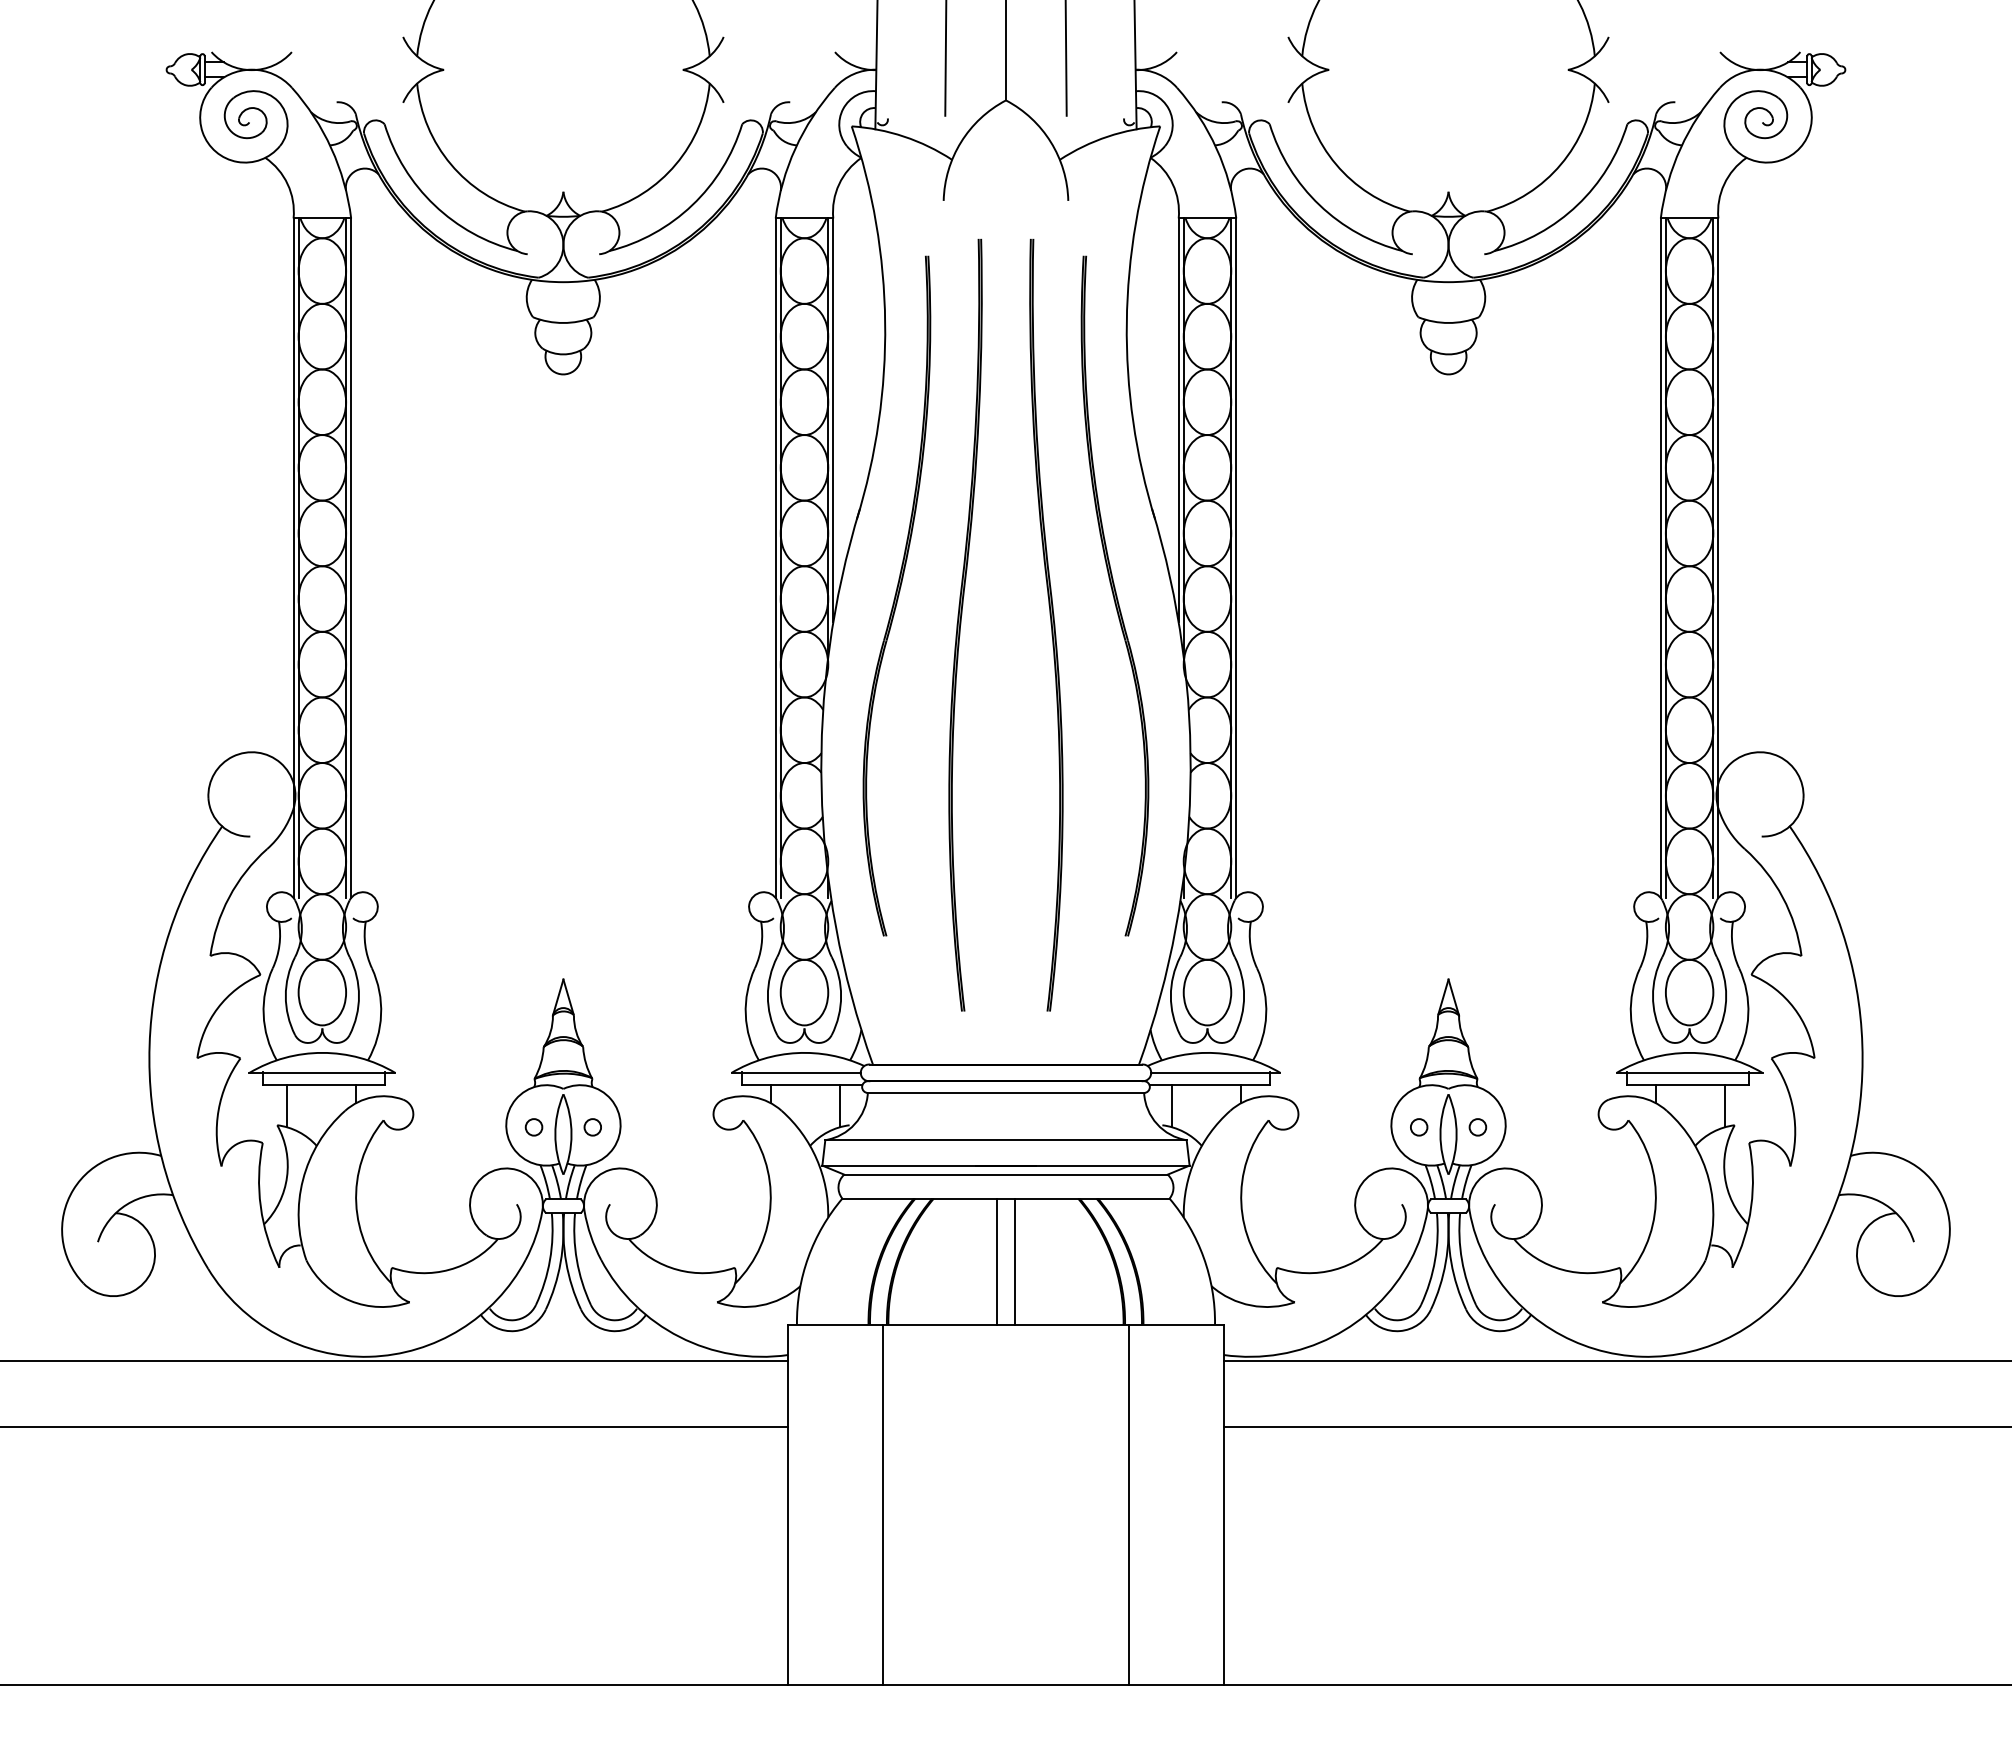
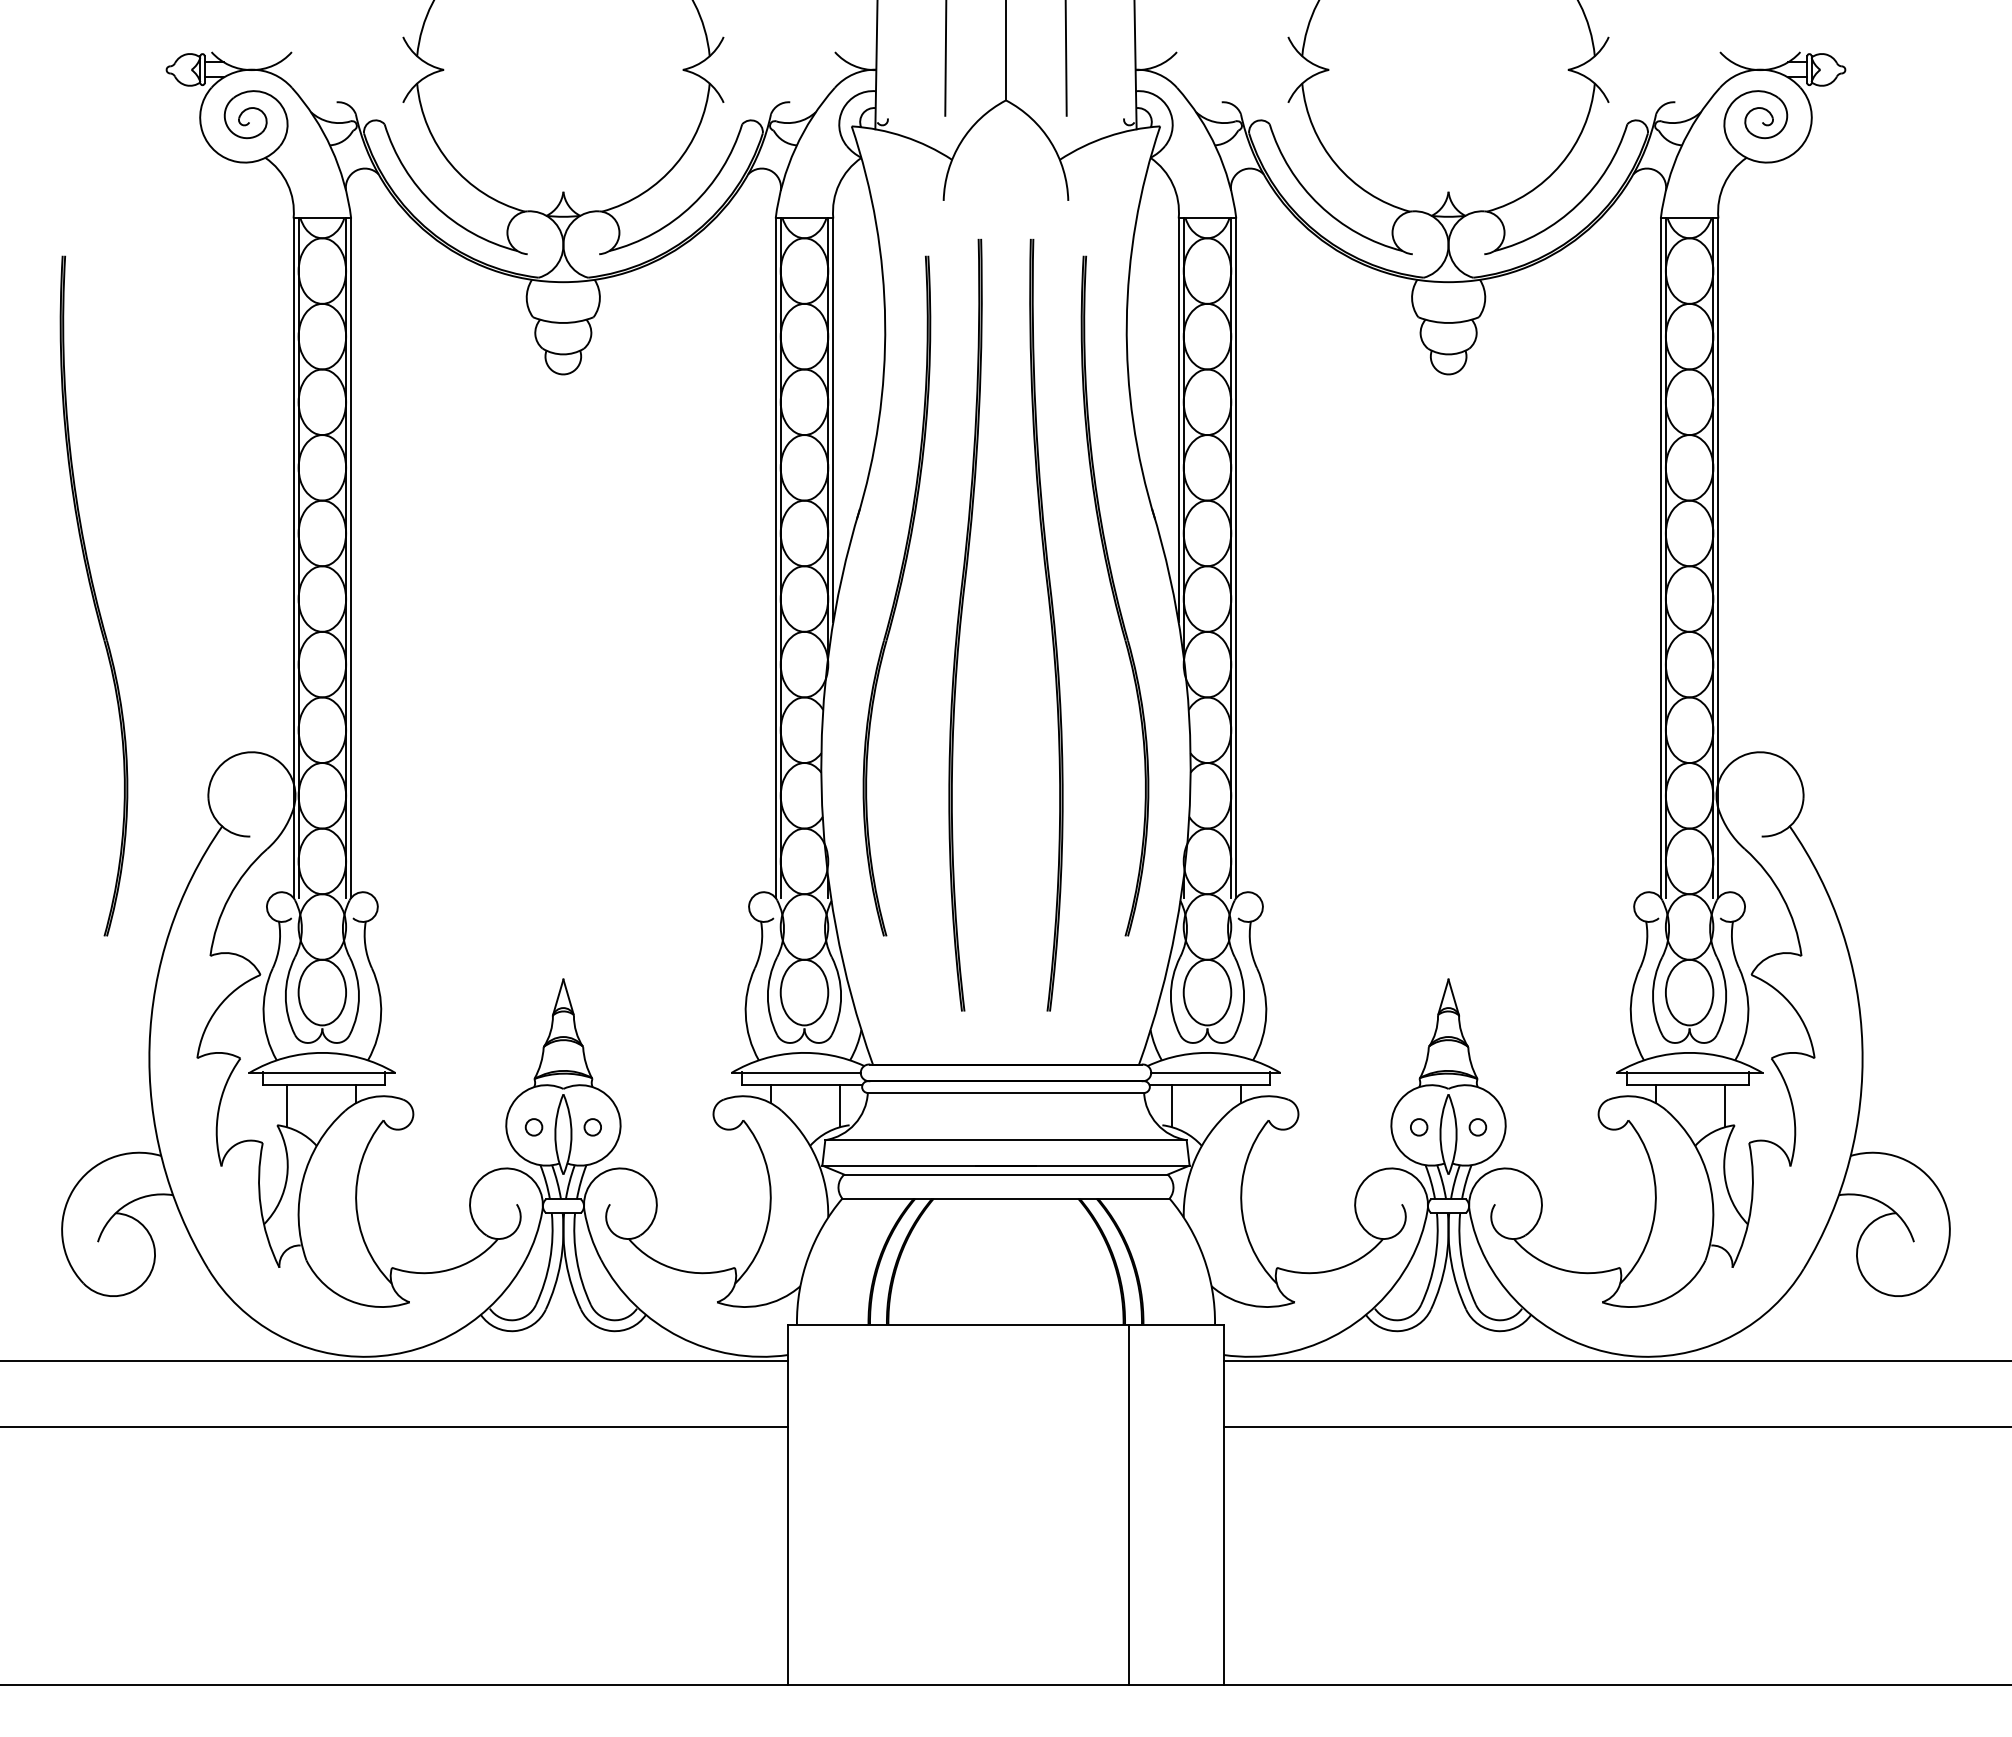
part at (93, 595): none -> present
line at (996, 1261): present -> none
line at (1015, 1261): present -> none
line at (883, 1504): present -> none
